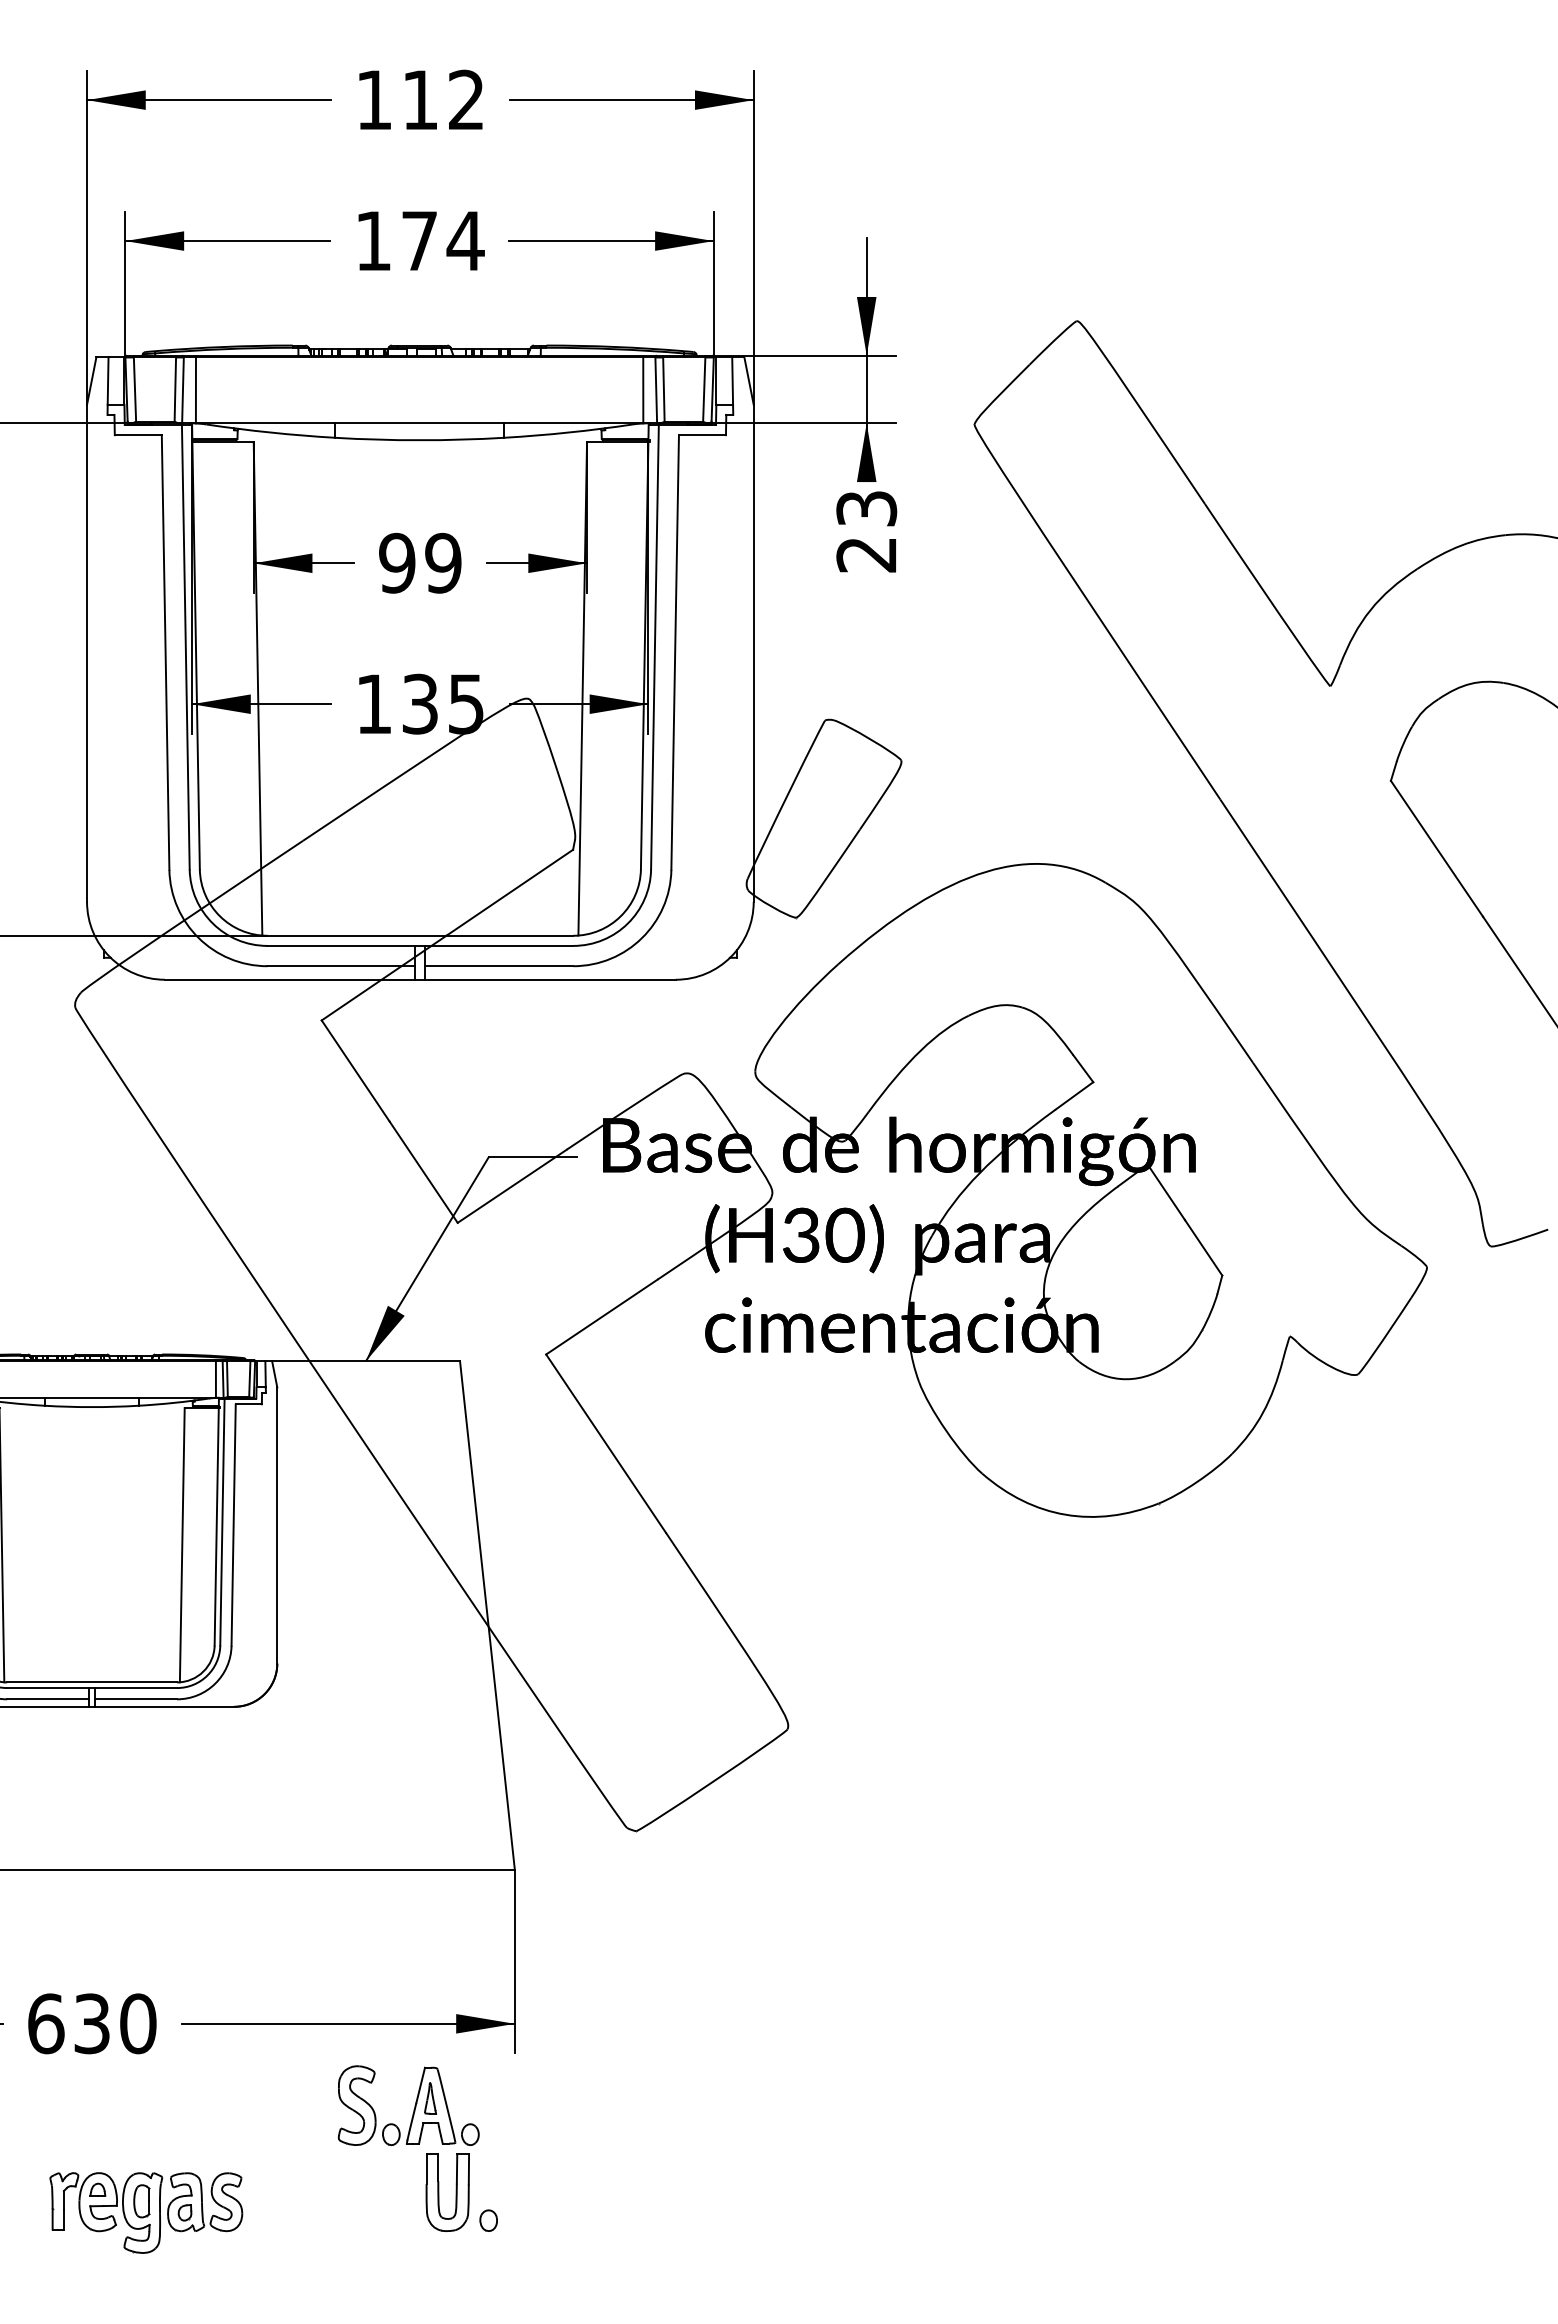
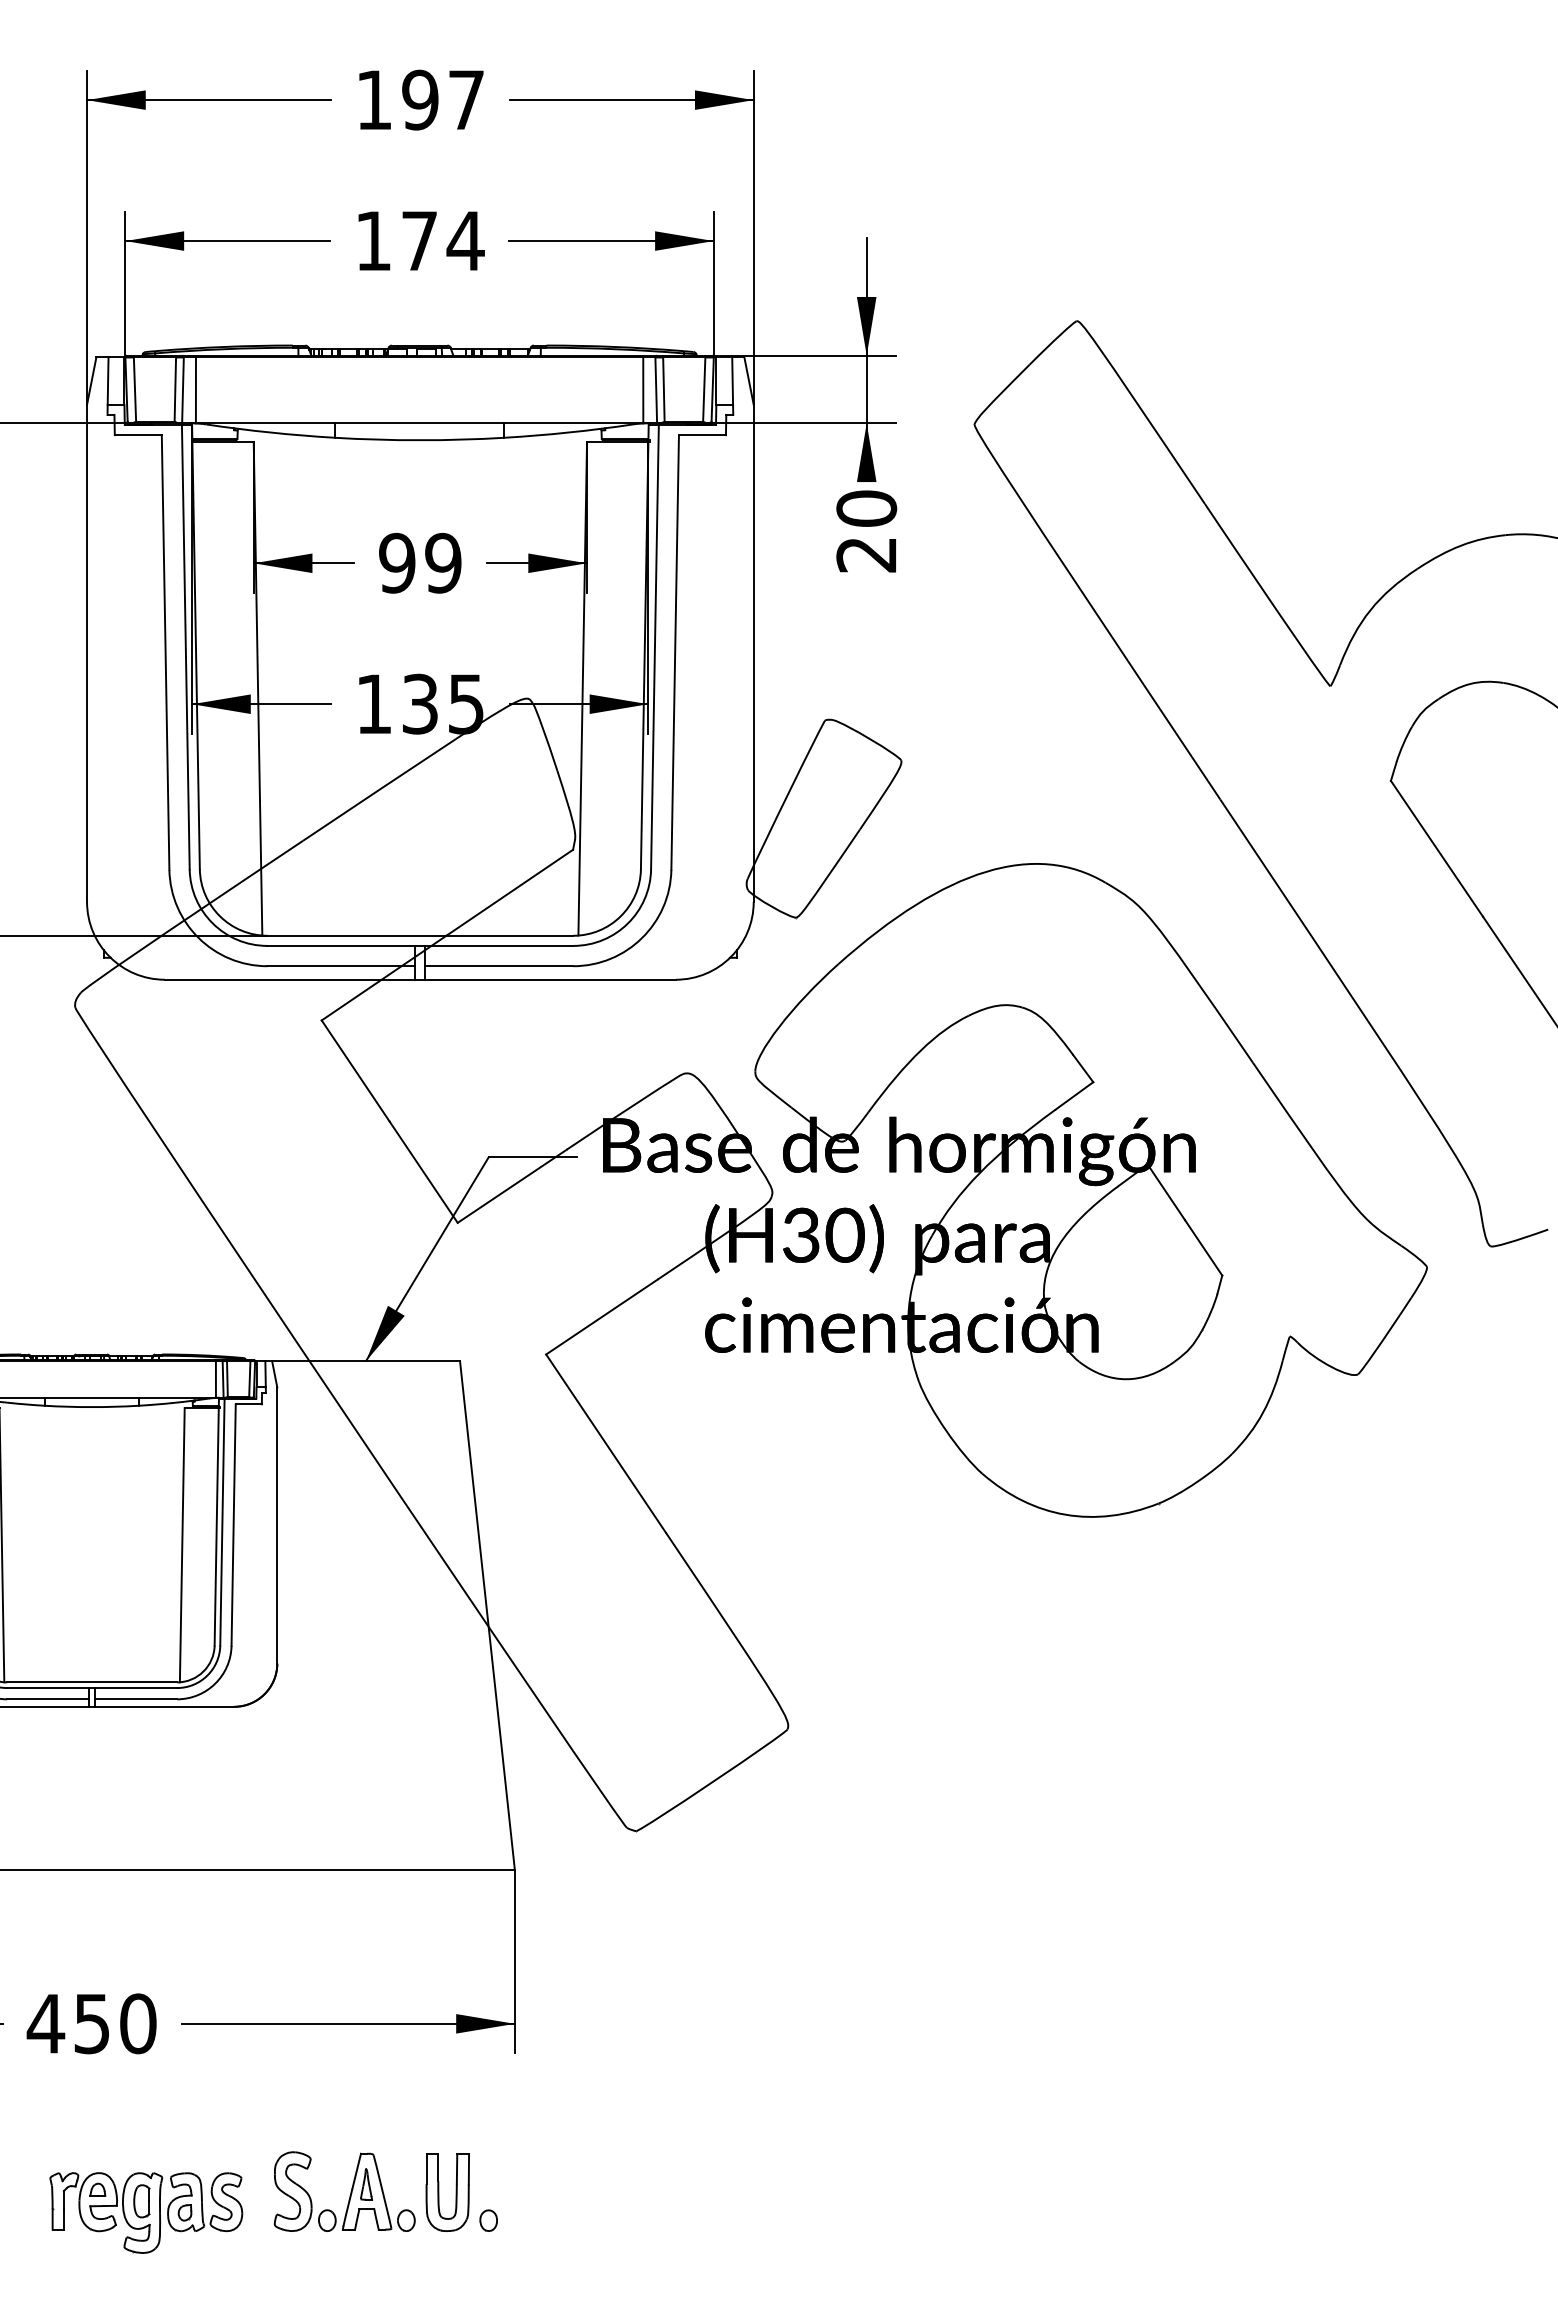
text at (442, 99): 112 -> 197
text at (866, 508): 23 -> 20
text at (67, 2023): 630 -> 450
part at (408, 2105) position: (408, 2105) -> (344, 2191)
